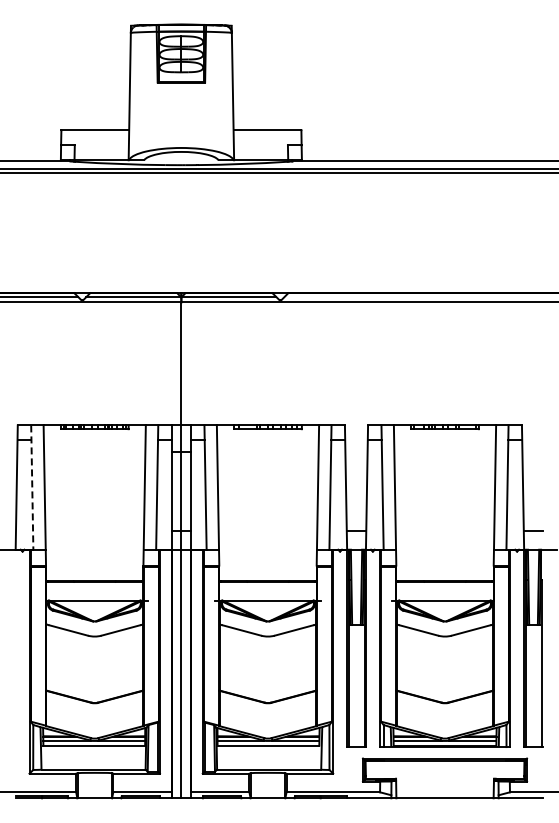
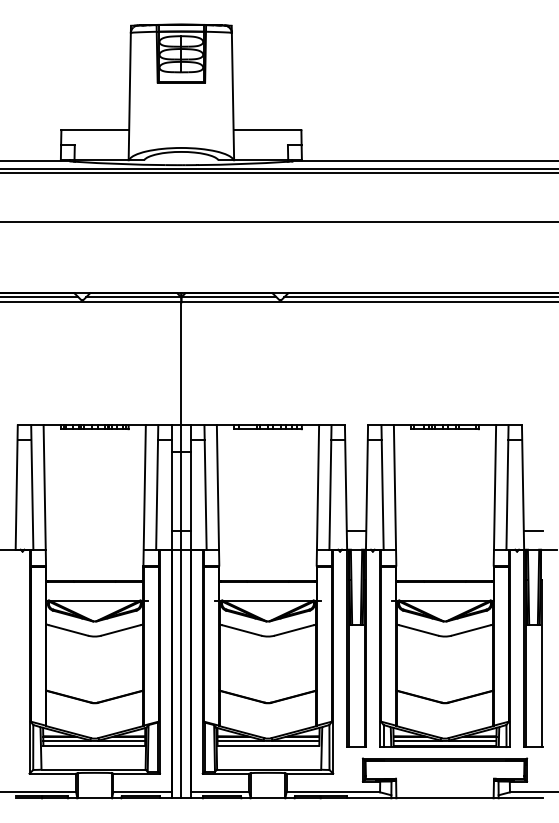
line at (278, 221): none -> present
line at (419, 297): none -> present
line at (32, 488): dashed -> solid
